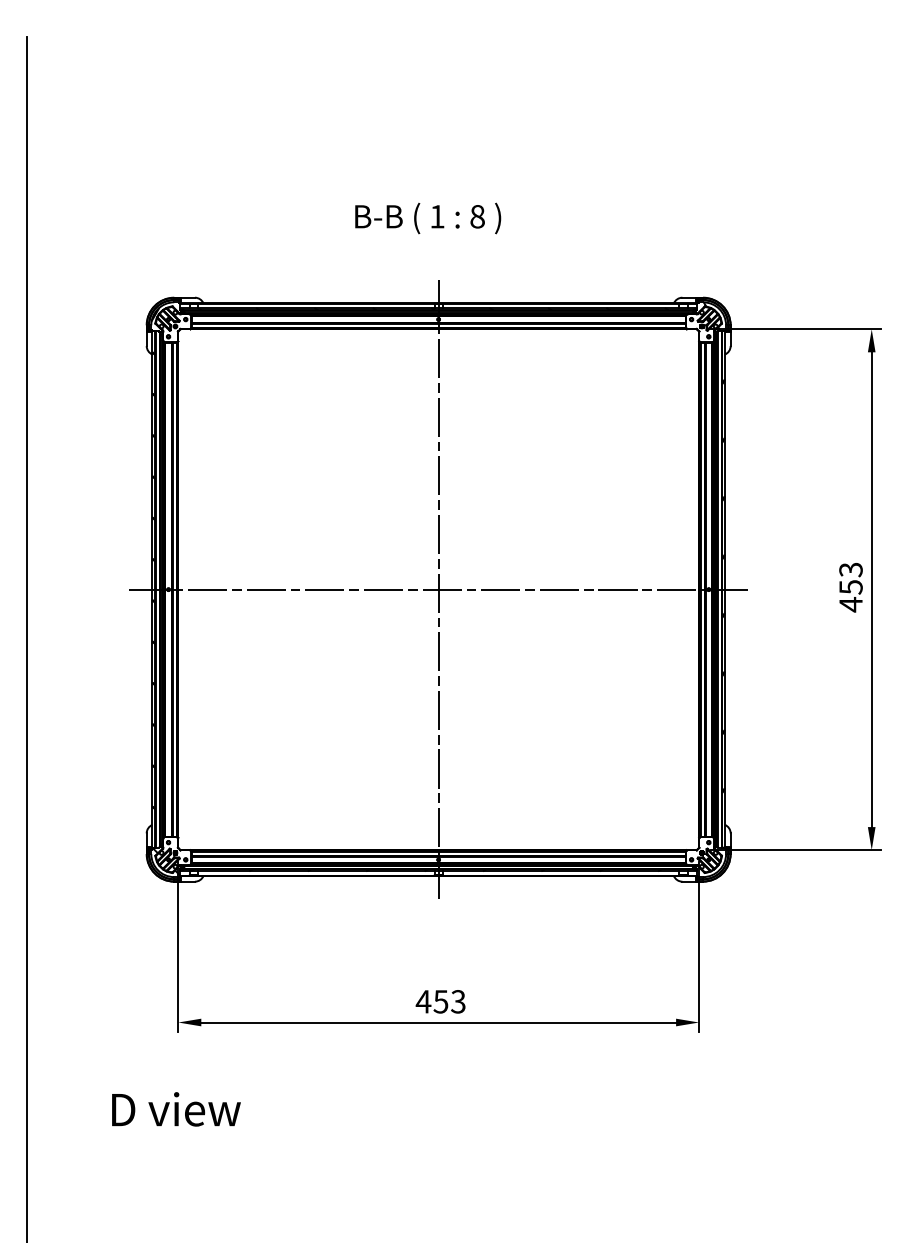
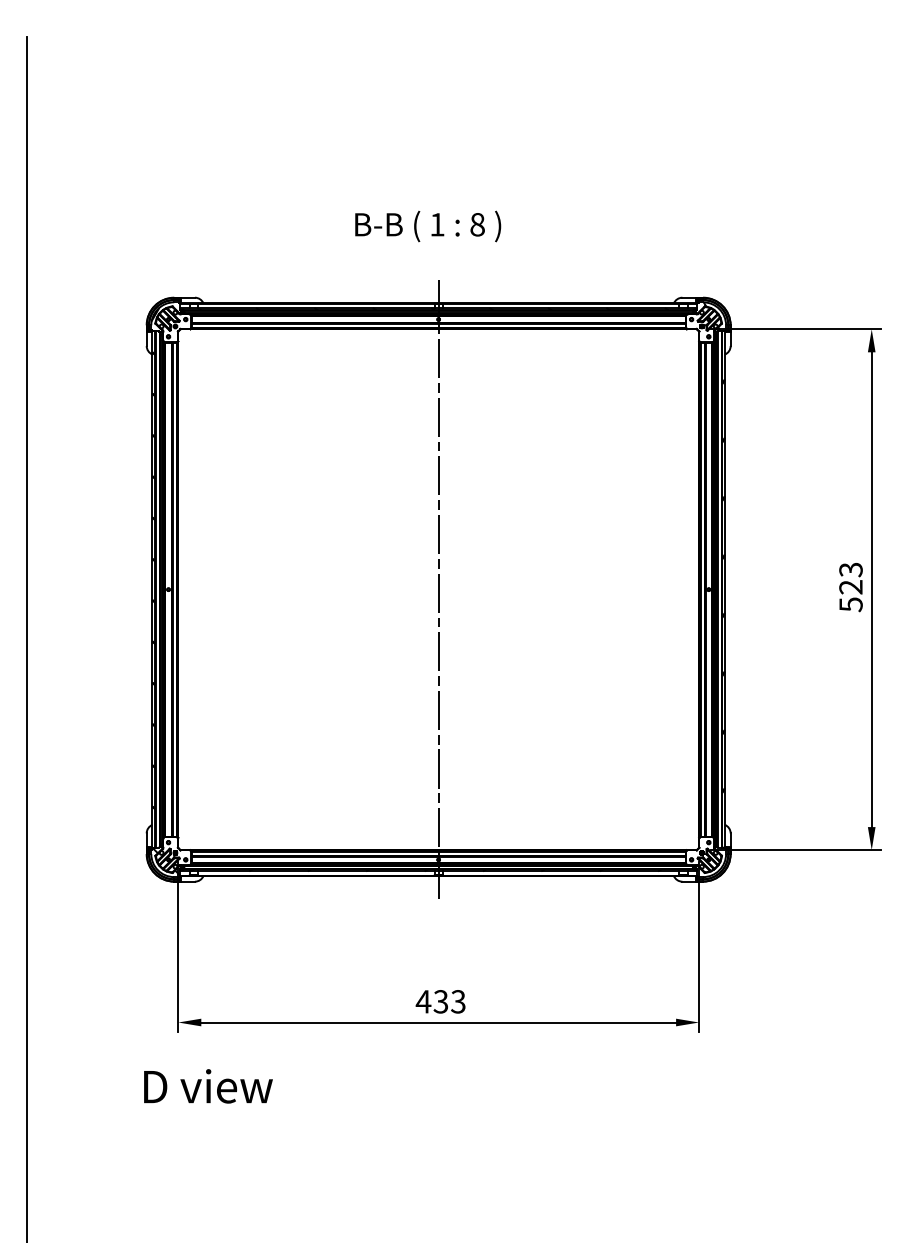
text at (428, 218) position: (428, 218) -> (428, 226)
line at (438, 589): present -> none
text at (850, 596): 453 -> 523
text at (441, 1001): 453 -> 433
text at (176, 1109) position: (176, 1109) -> (208, 1086)
